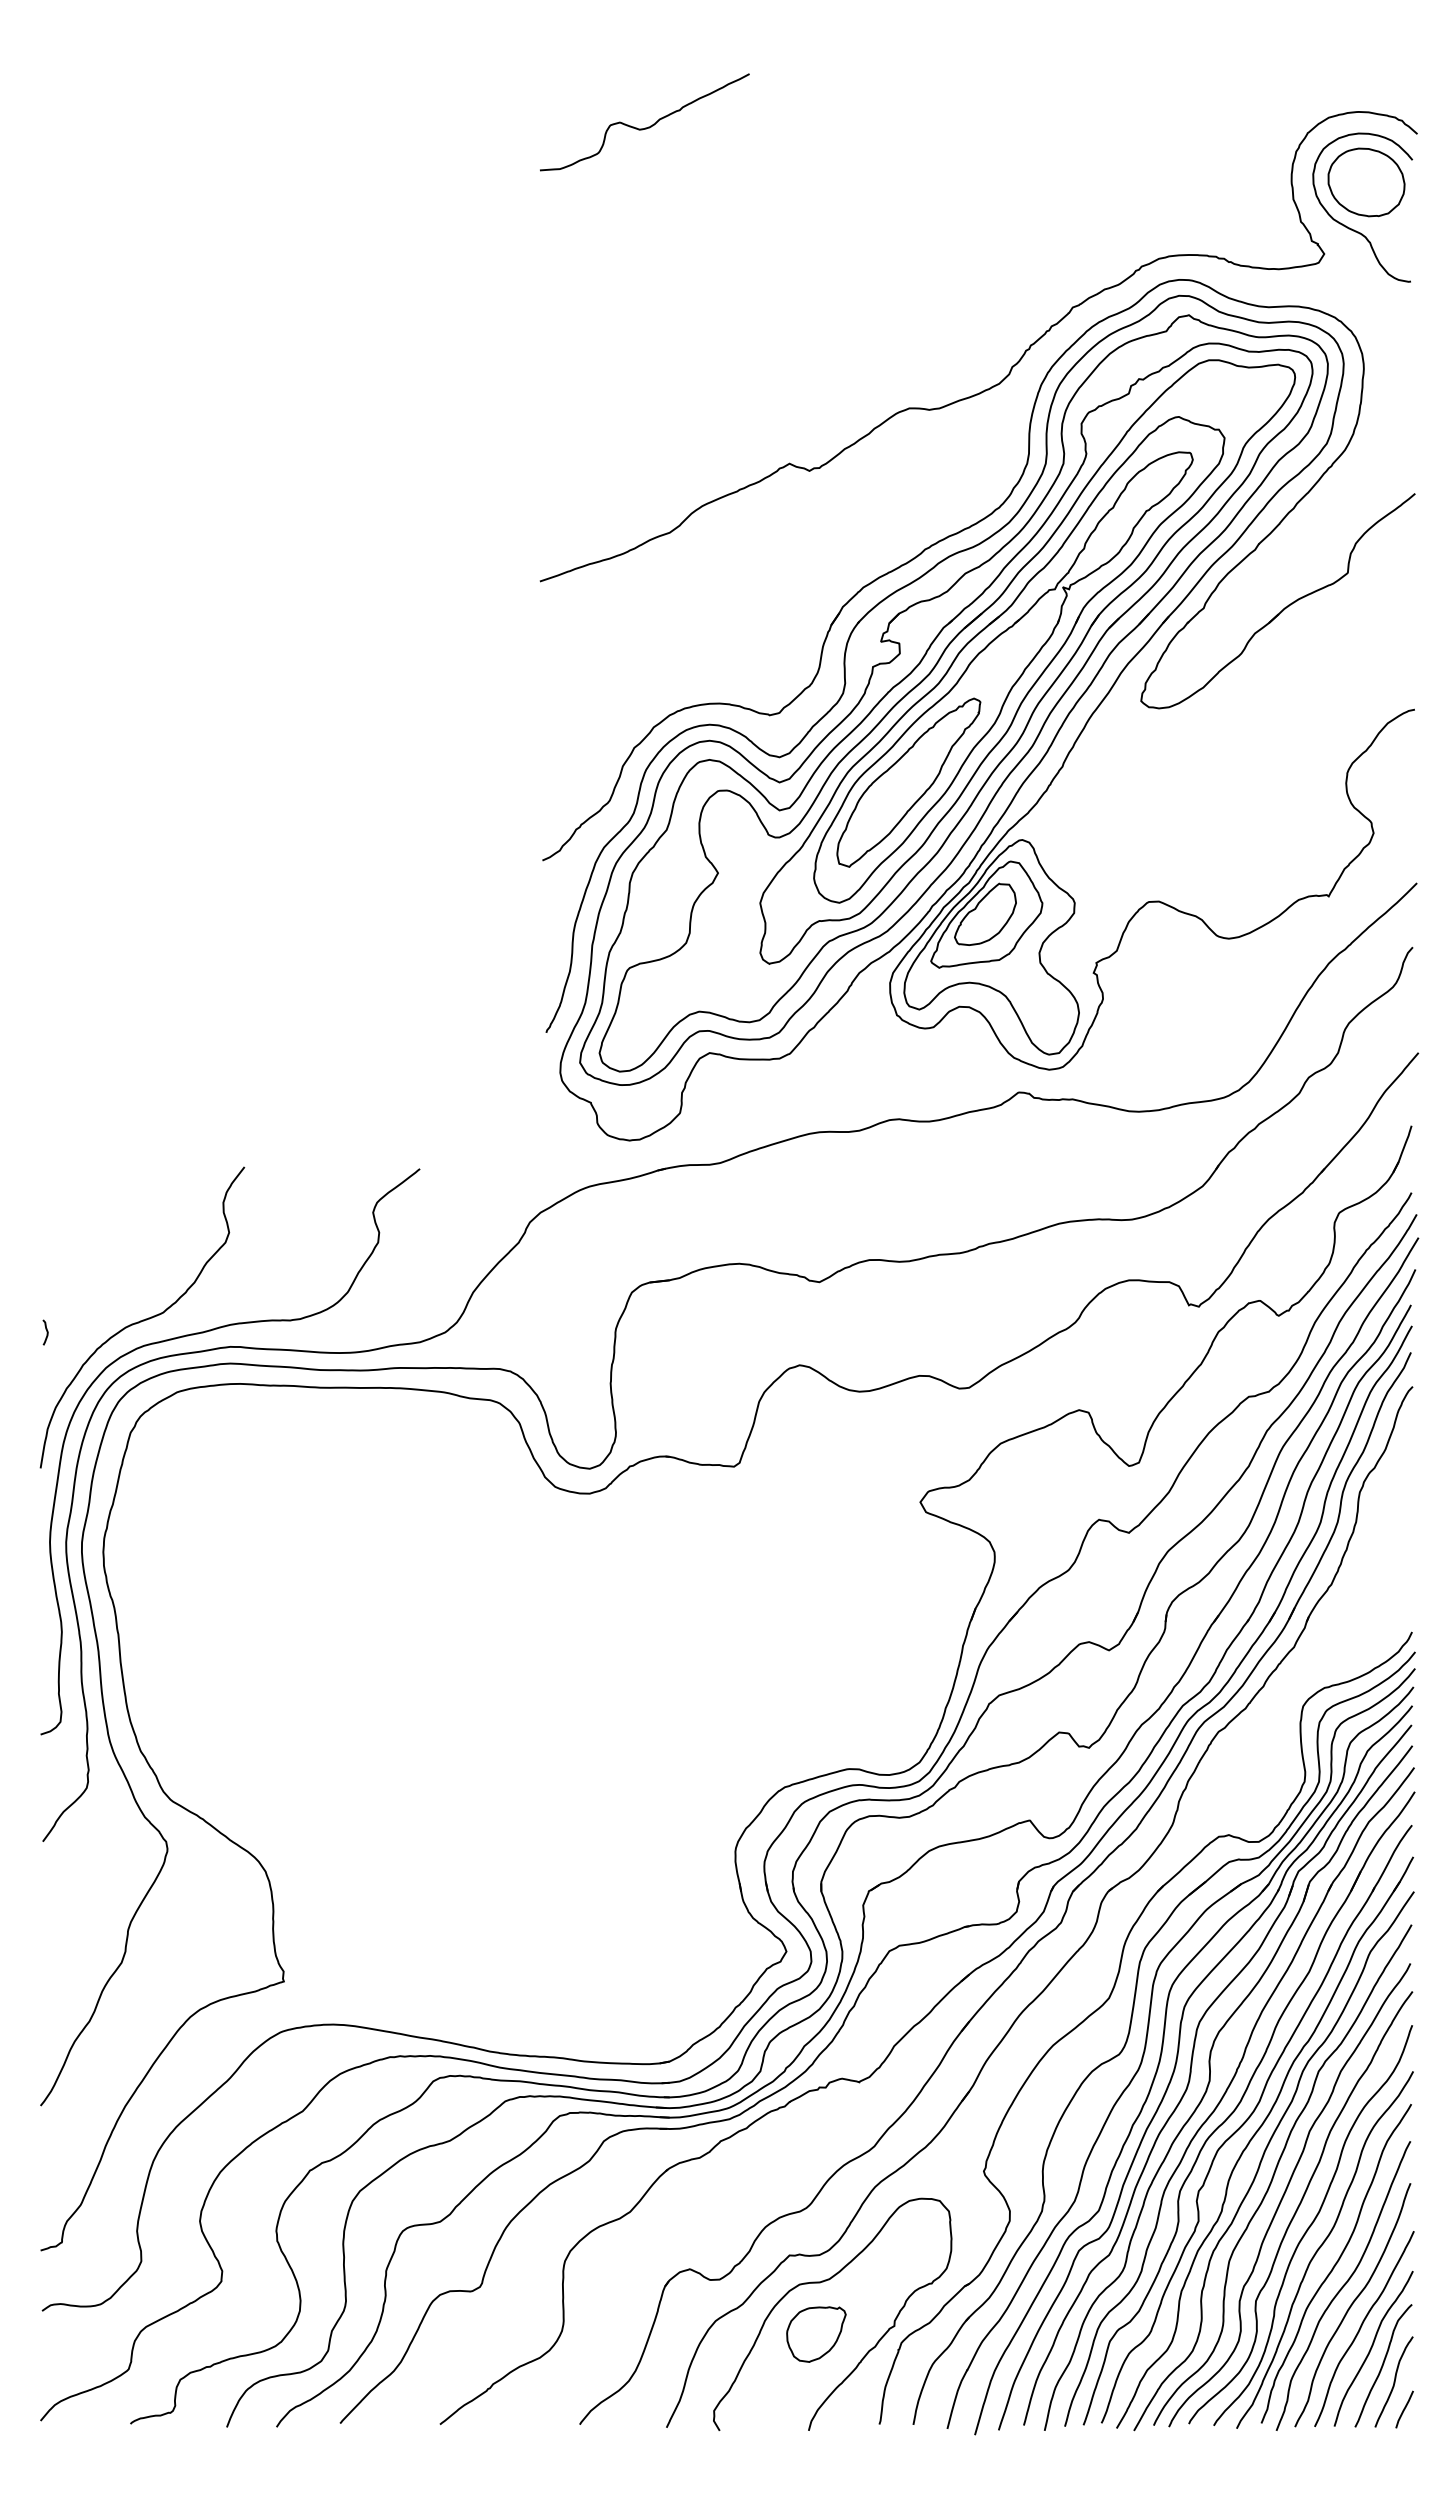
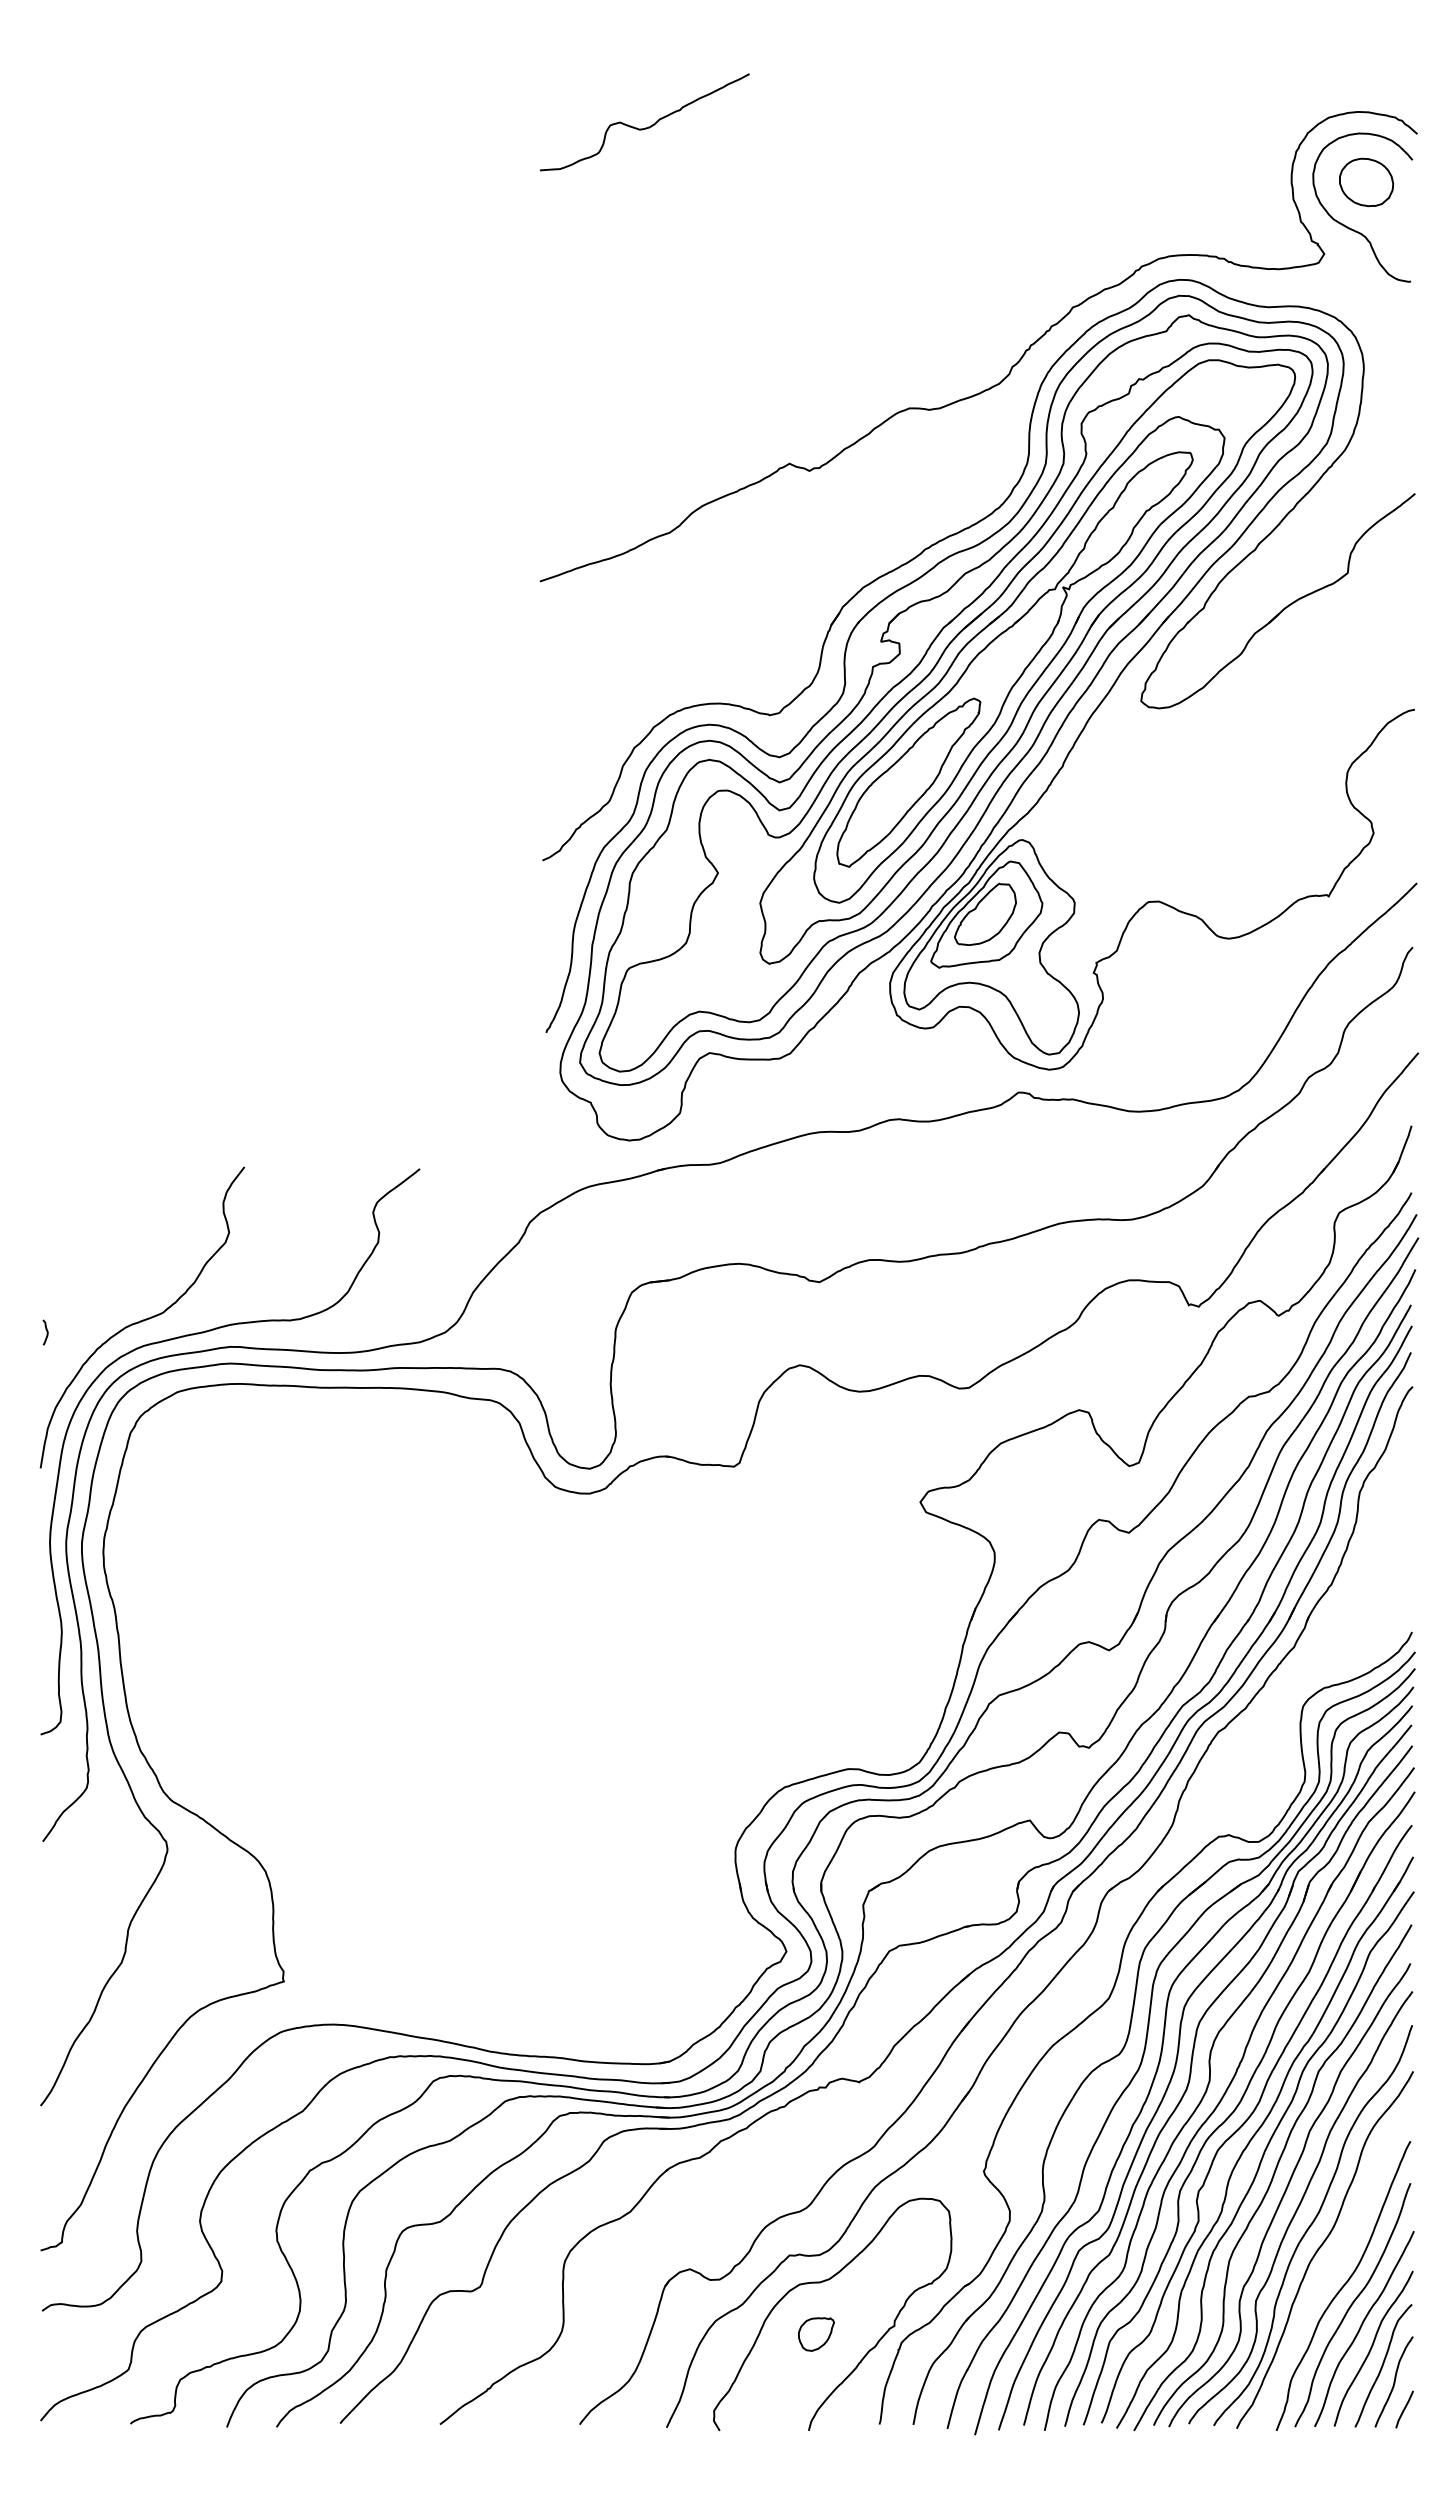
part at (1366, 182) size: 79x71 px -> 56x51 px
curve at (1335, 2263): present -> none
part at (816, 2334) size: 61x57 px -> 37x35 px
